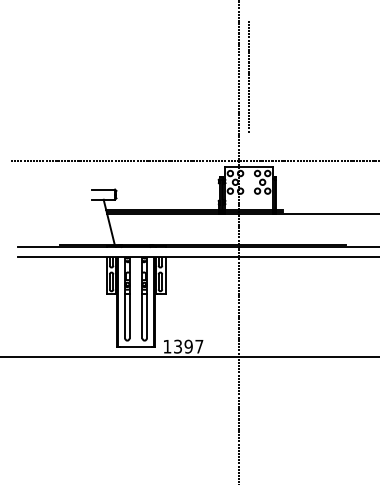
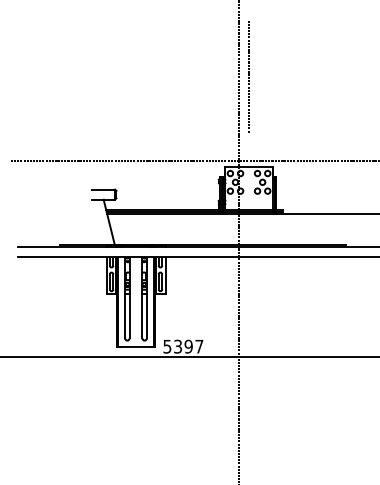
text at (167, 346): 1397 -> 5397
